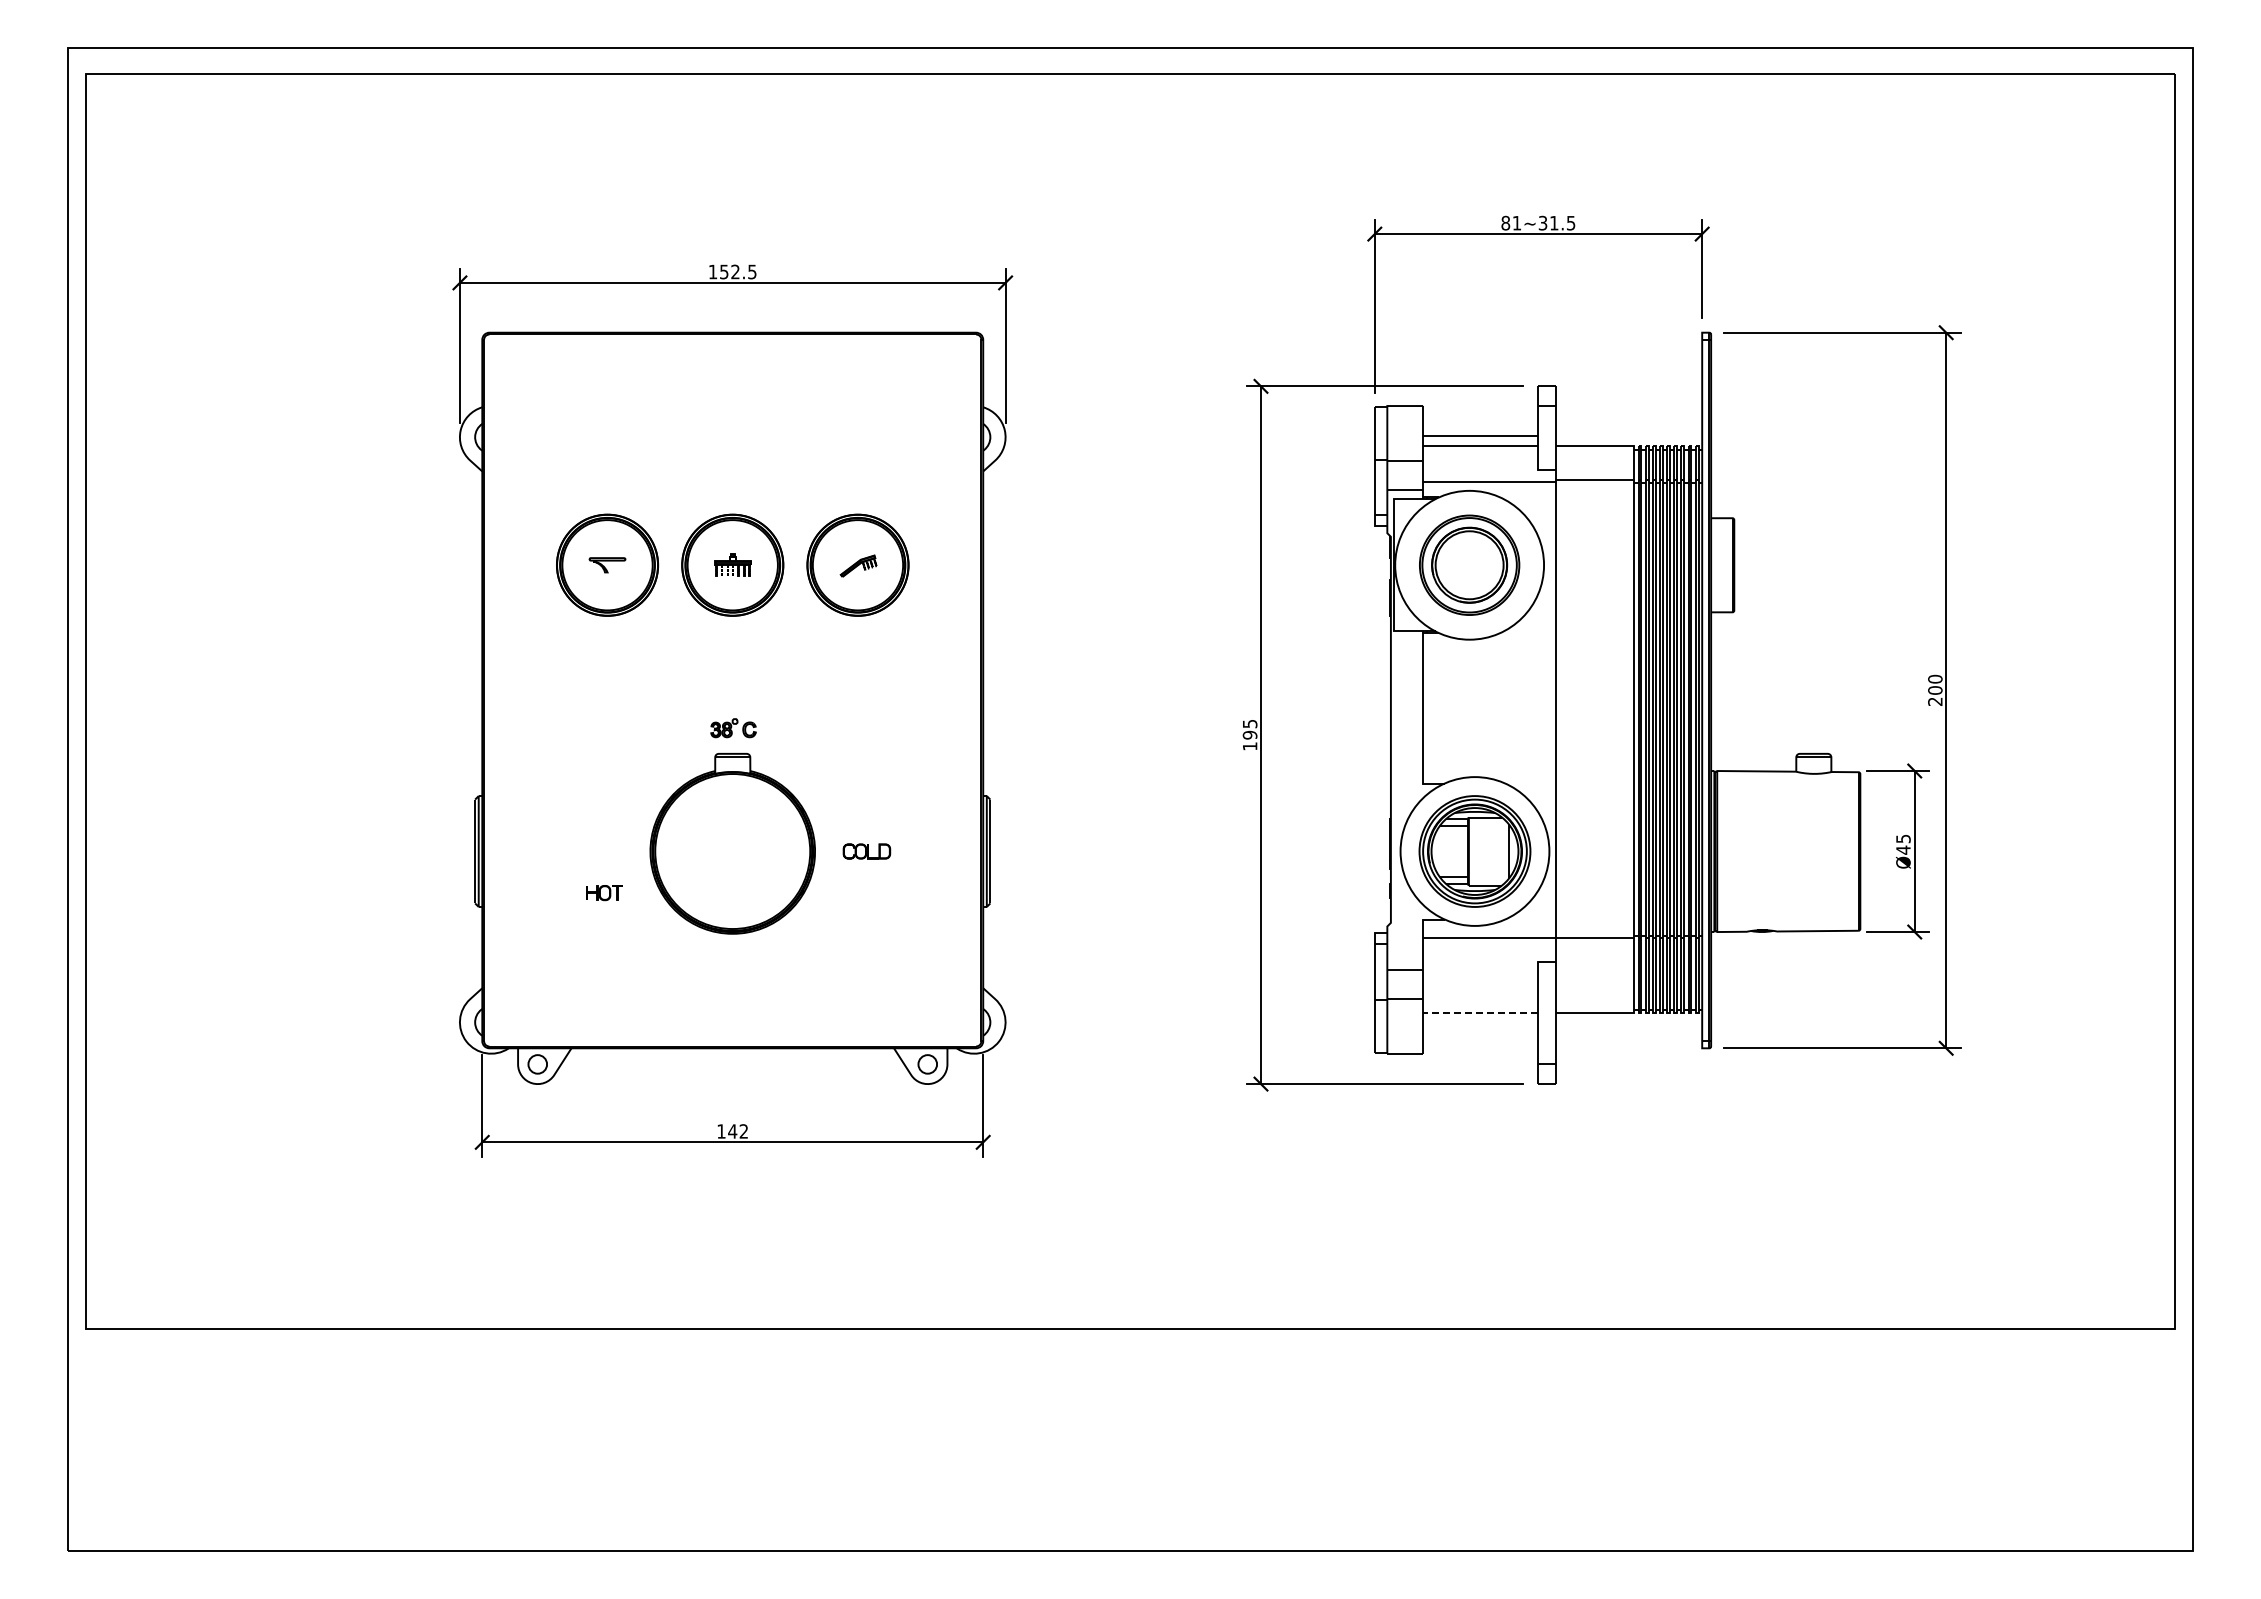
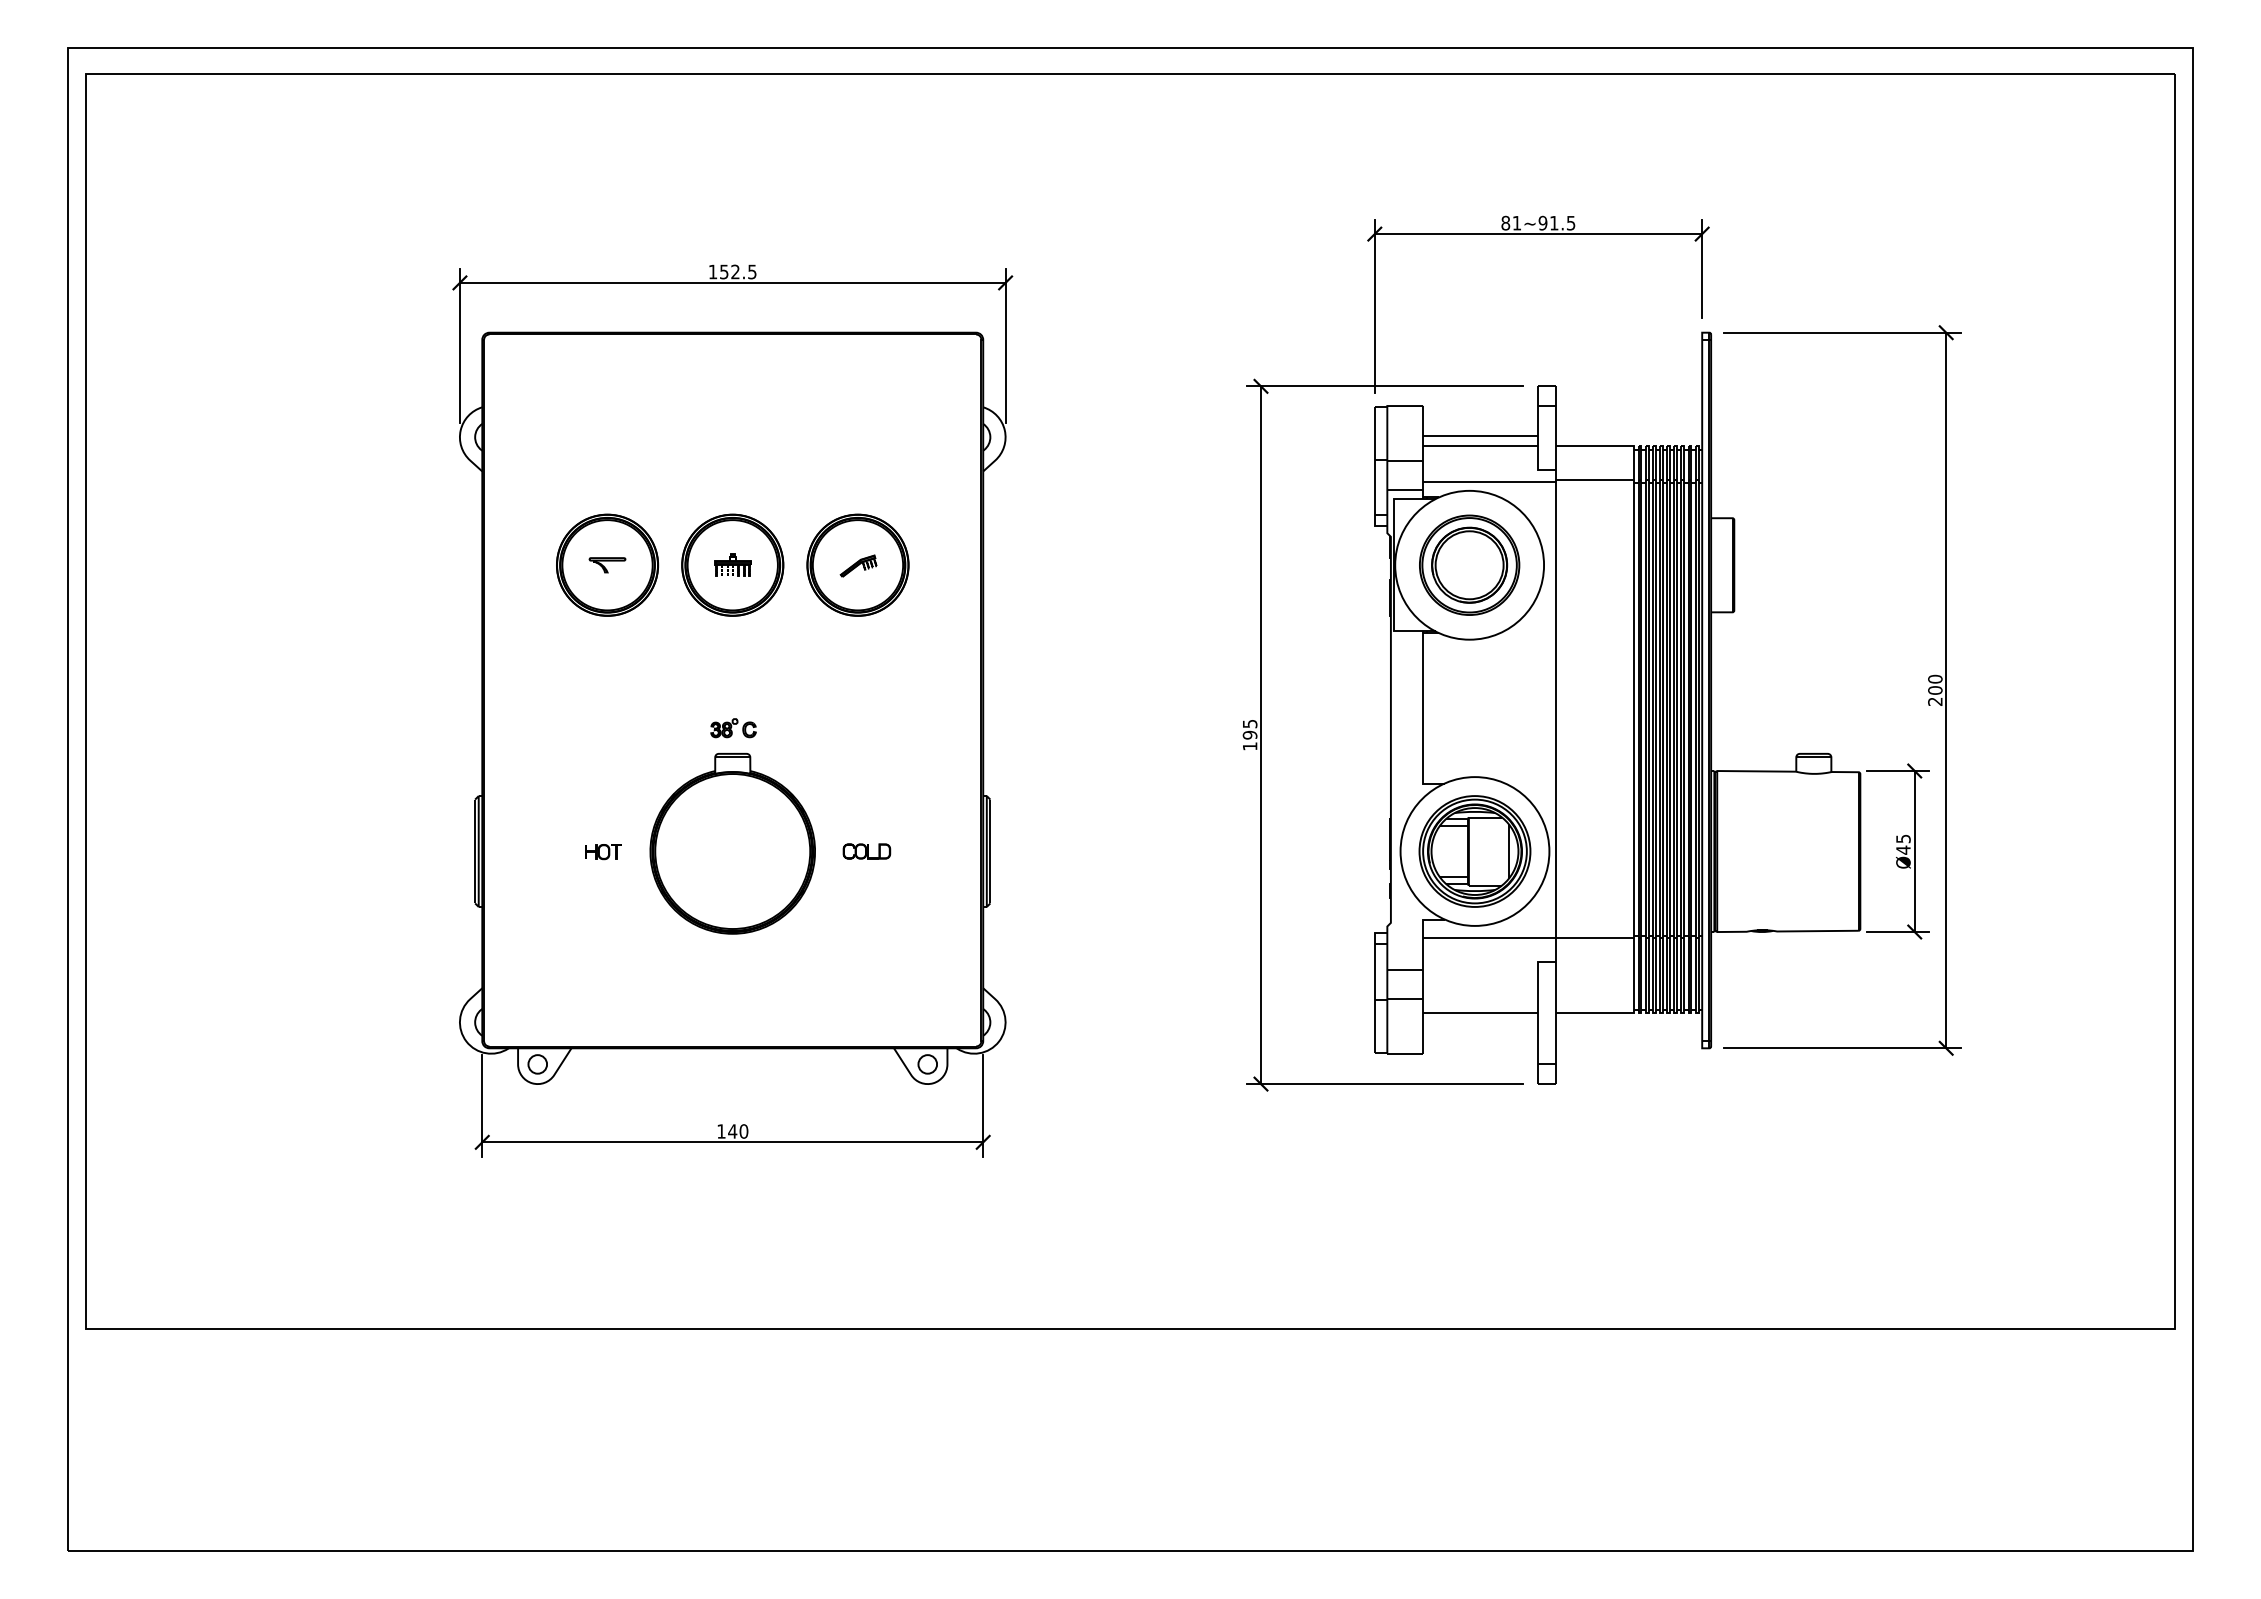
text at (1542, 223): 81~31.5 -> 81~91.5
part at (604, 893) position: (604, 893) -> (603, 852)
line at (1479, 1013): dashed -> solid
text at (743, 1131): 142 -> 140
